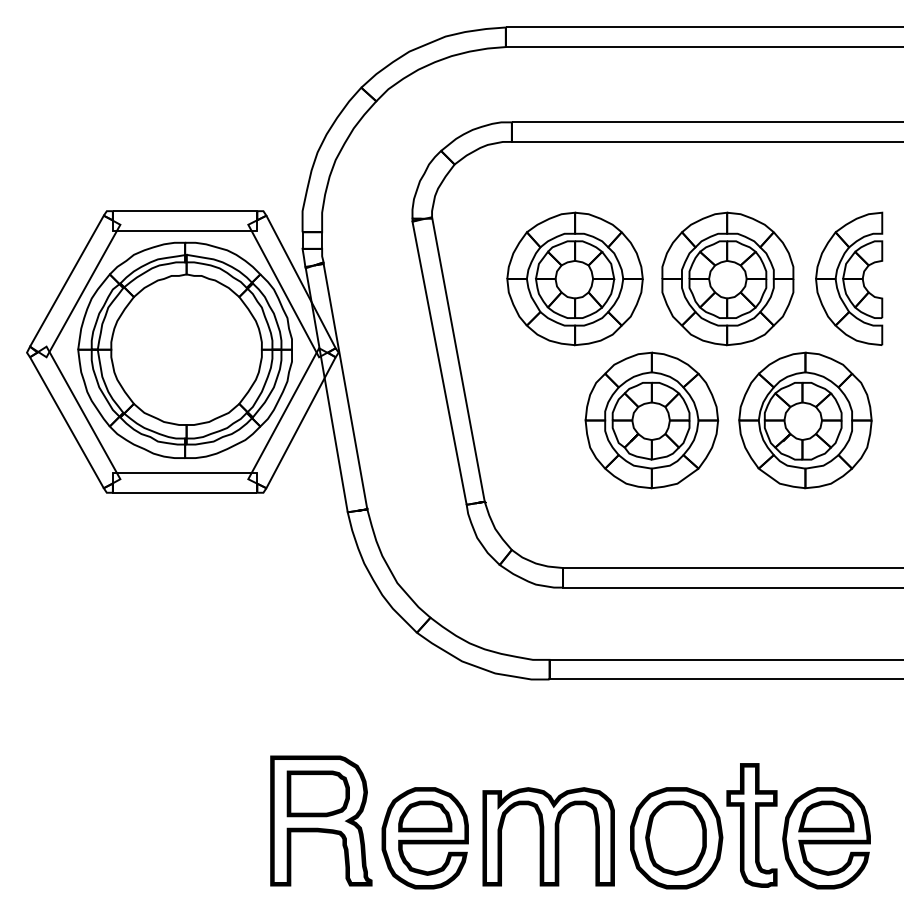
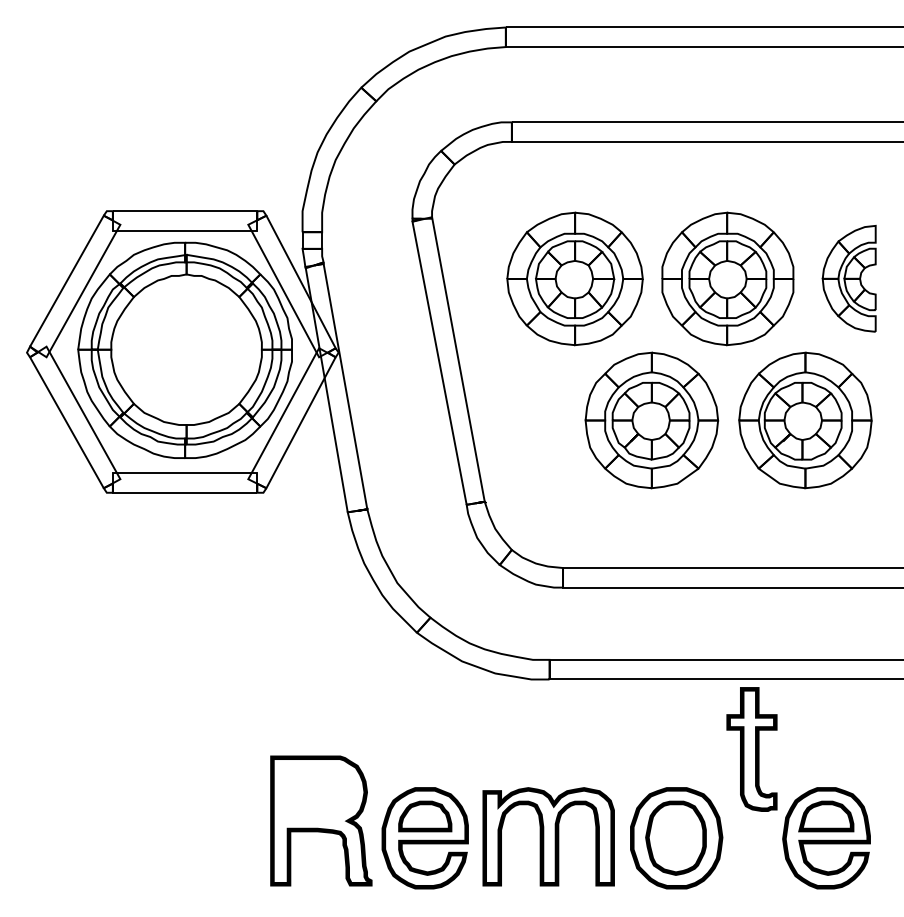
part at (849, 278) size: 69x135 px -> 56x108 px
part at (317, 793): present -> none
part at (751, 825) position: (751, 825) -> (751, 749)
